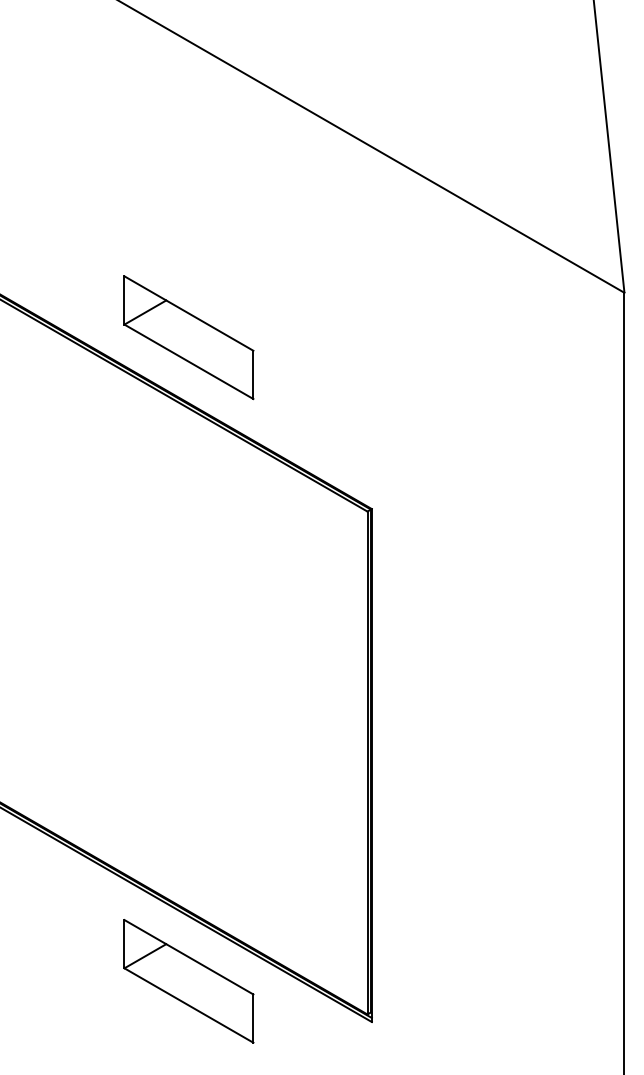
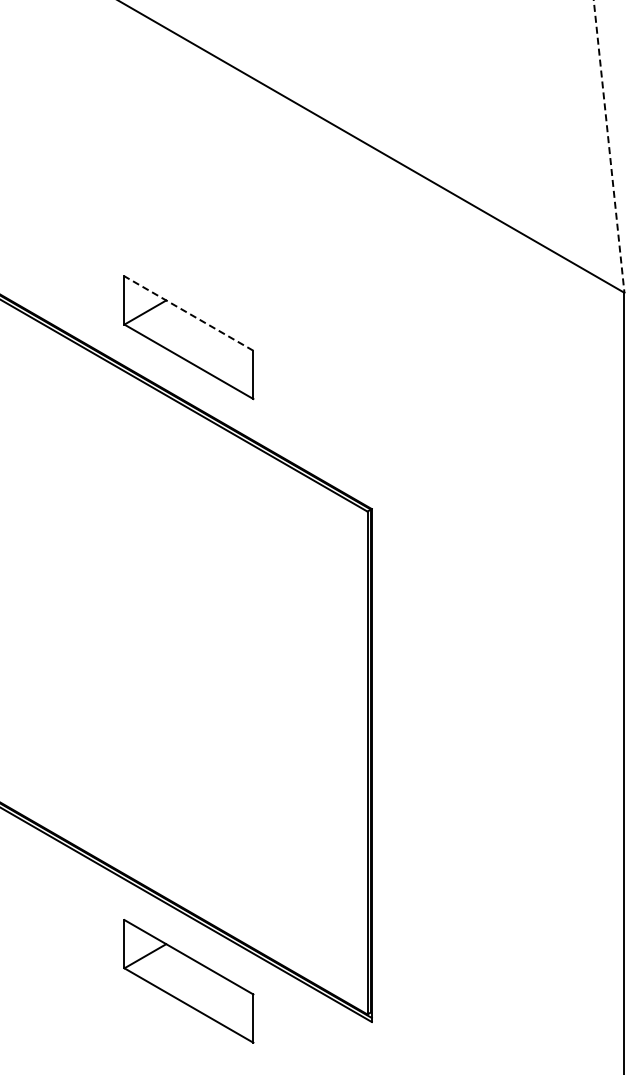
line at (609, 146): solid -> dashed
line at (188, 313): solid -> dashed
